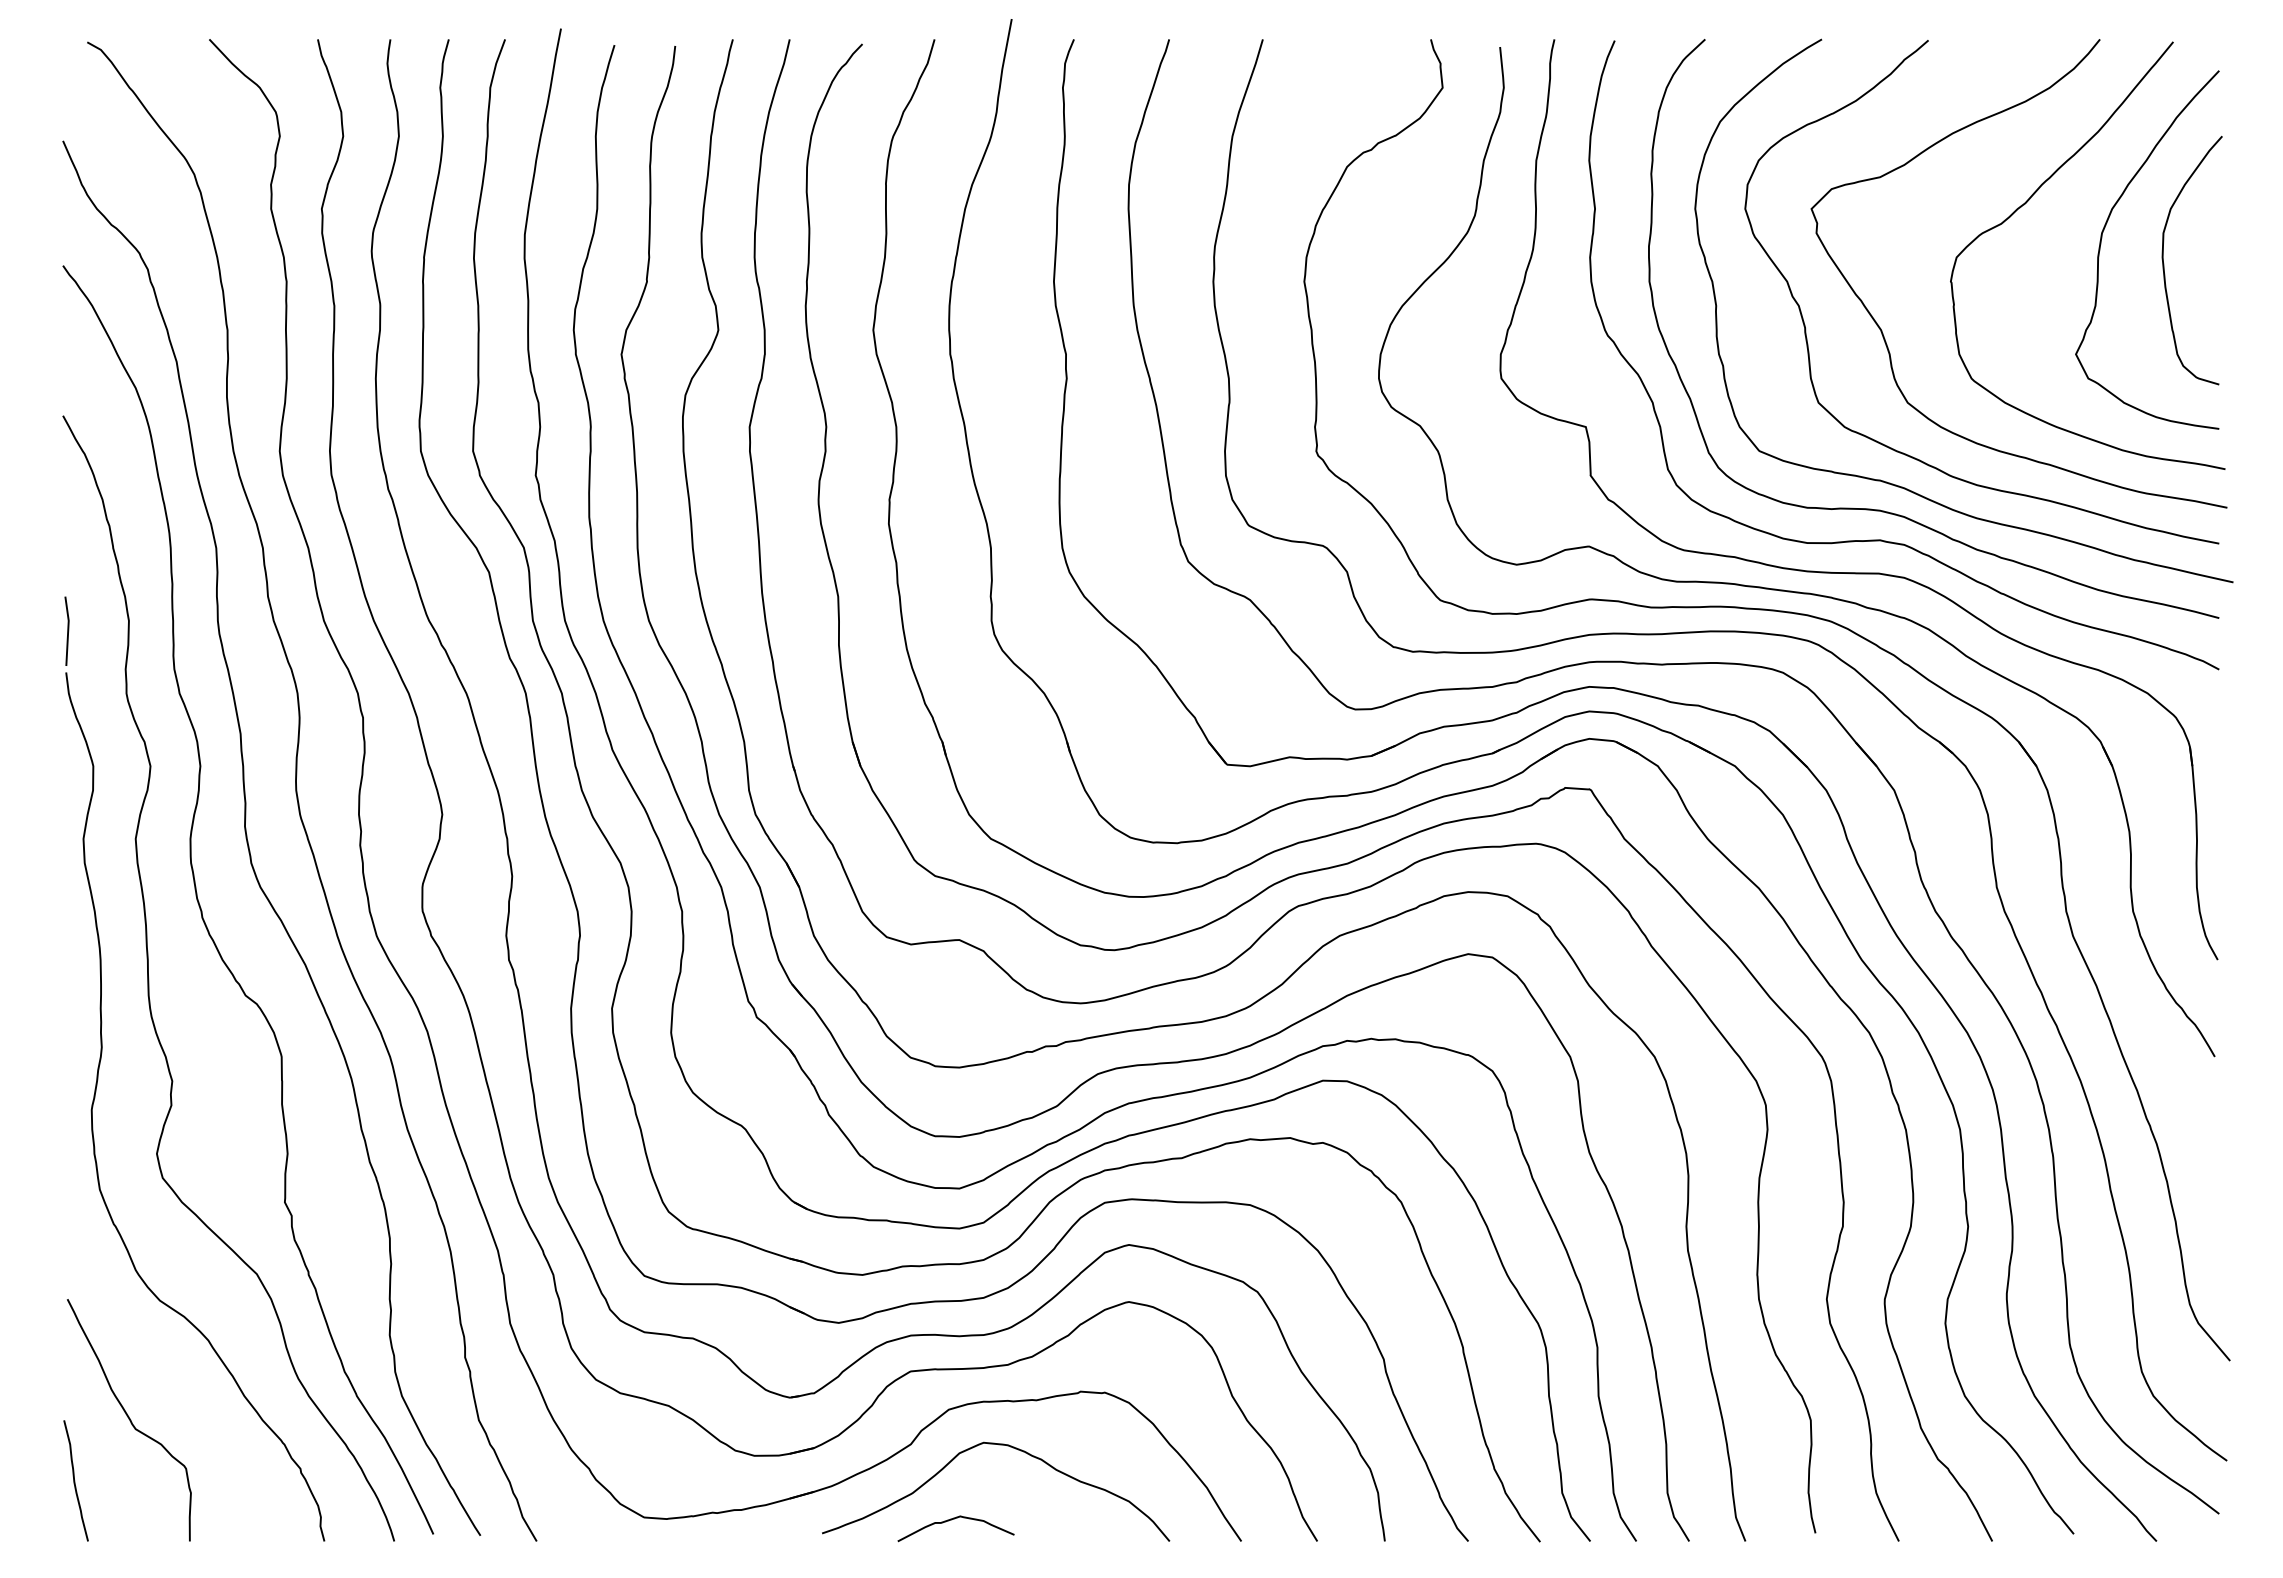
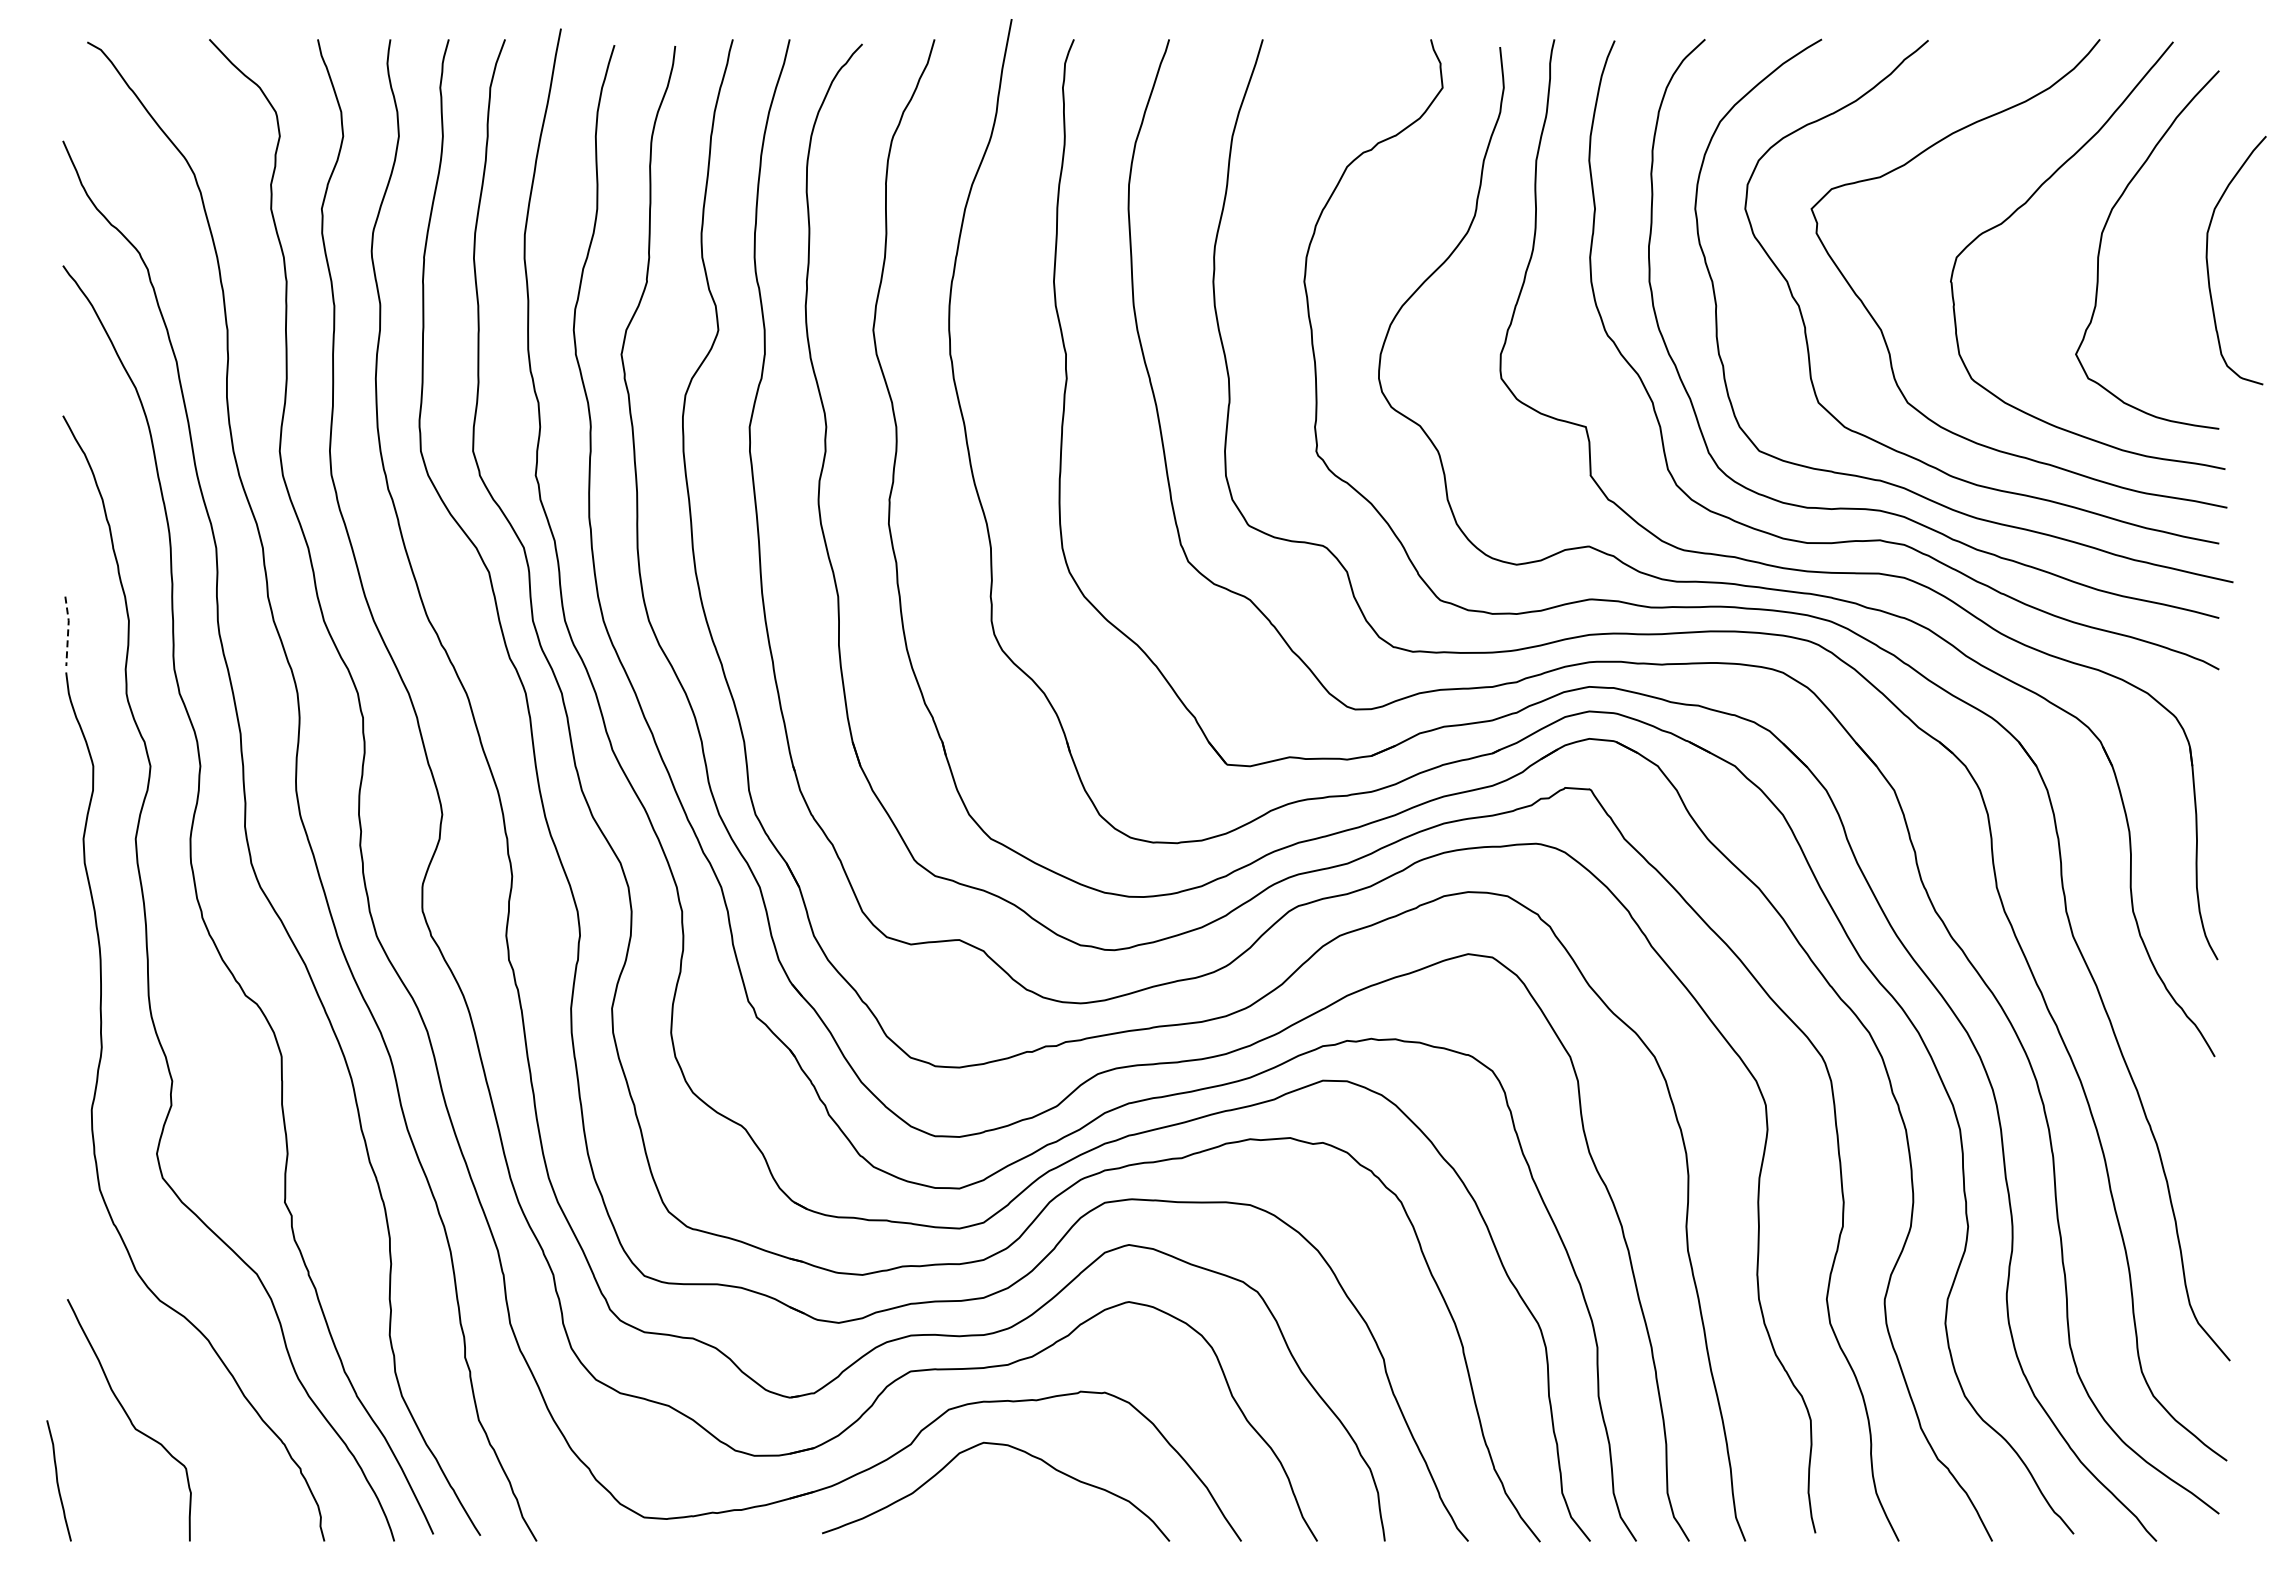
curve at (2164, 263) position: (2164, 263) -> (2208, 263)
line at (68, 630): solid -> dashed
curve at (75, 1480) position: (75, 1480) -> (58, 1480)
curve at (951, 1520): present -> none
